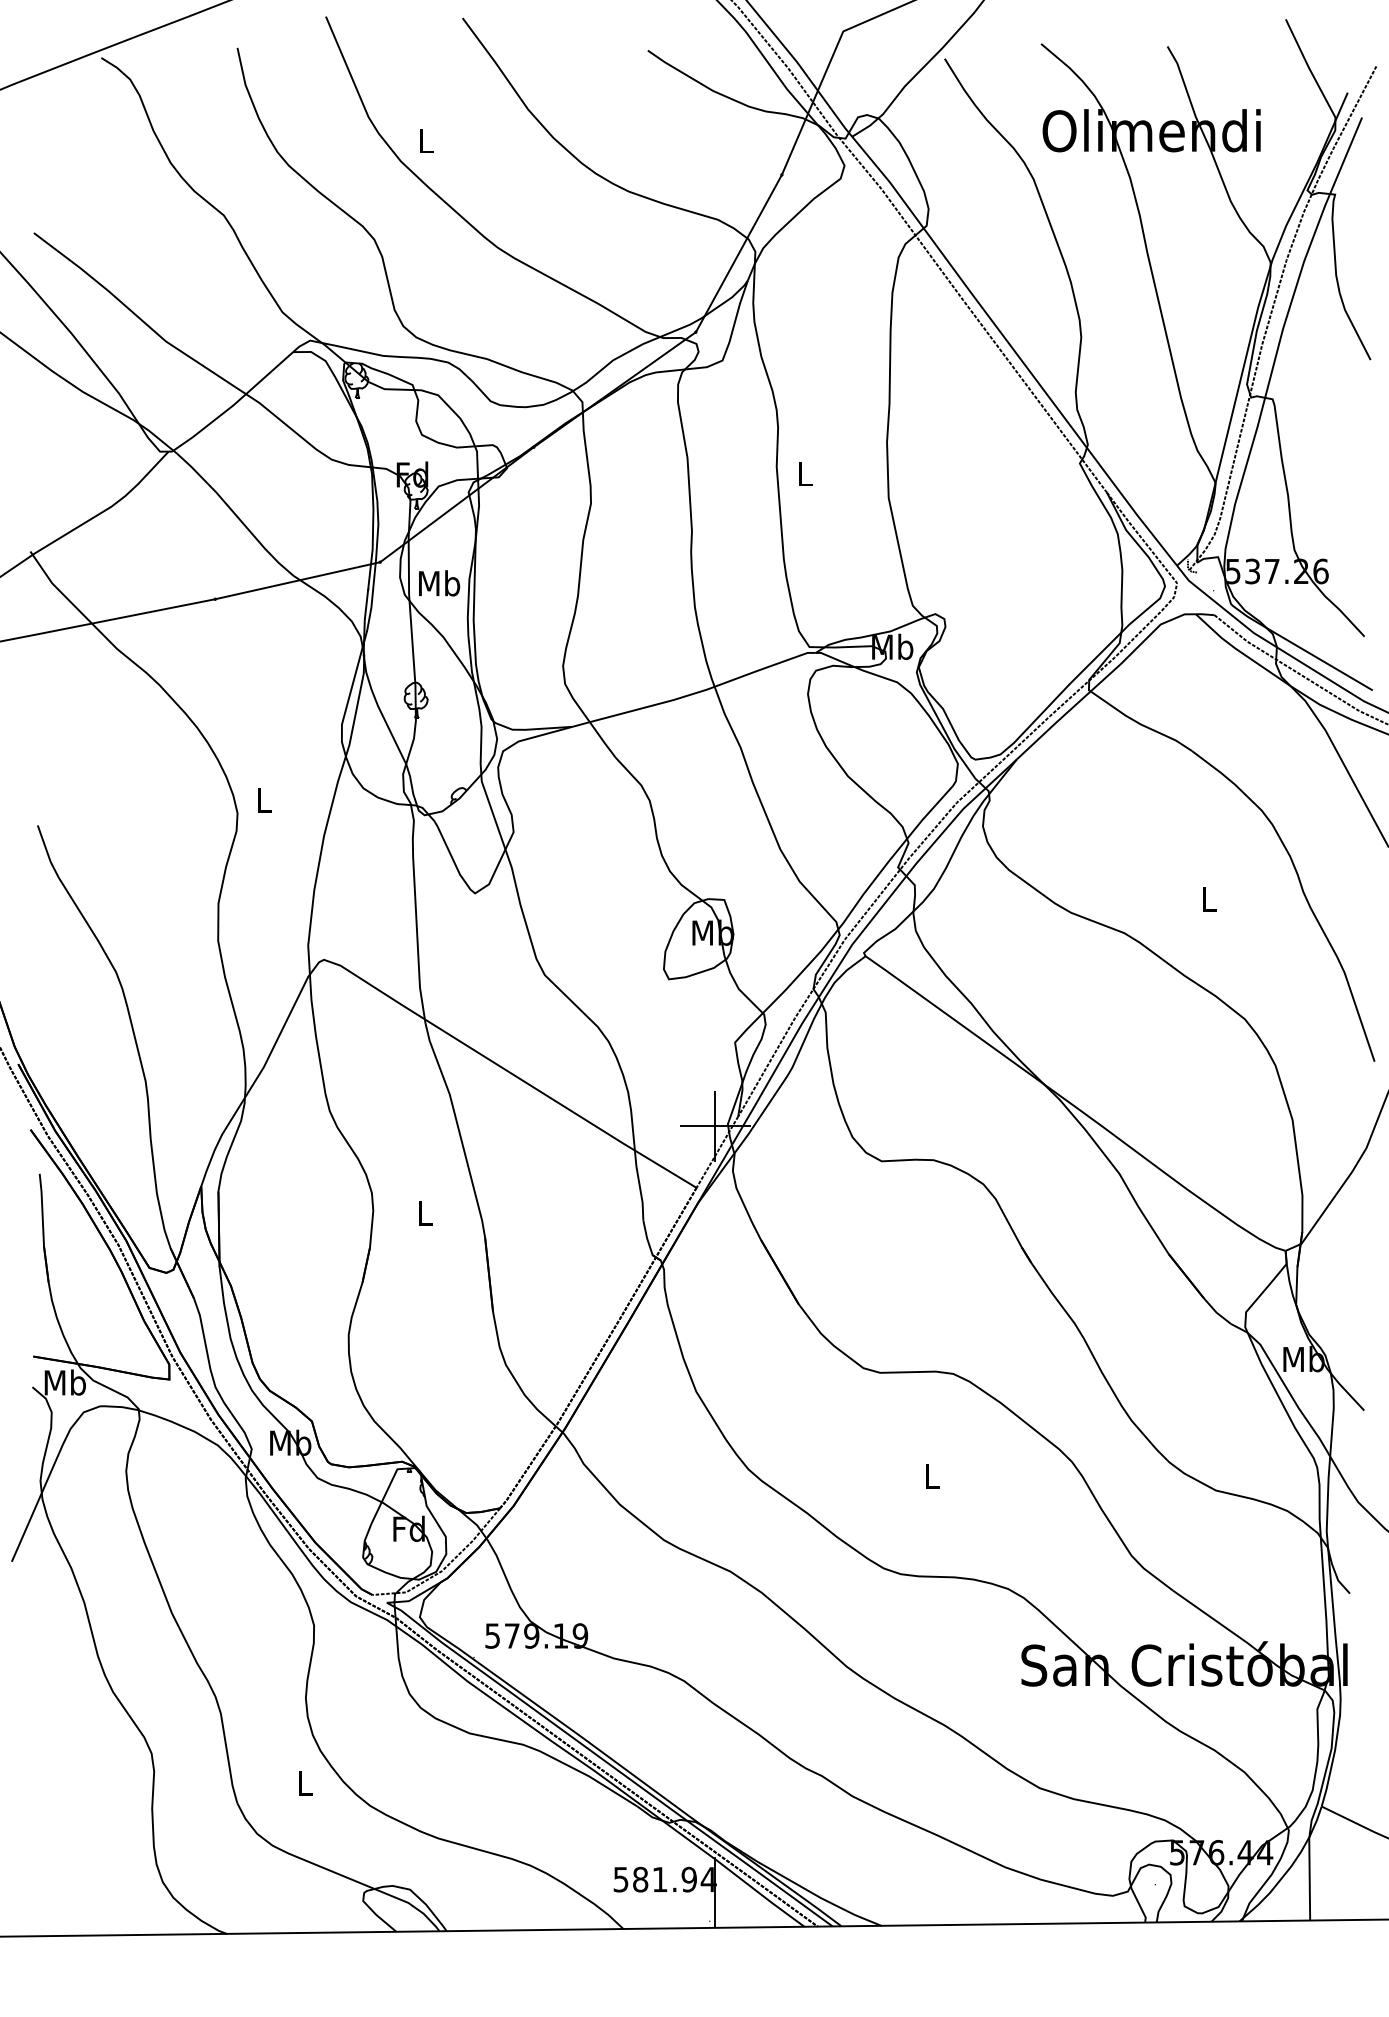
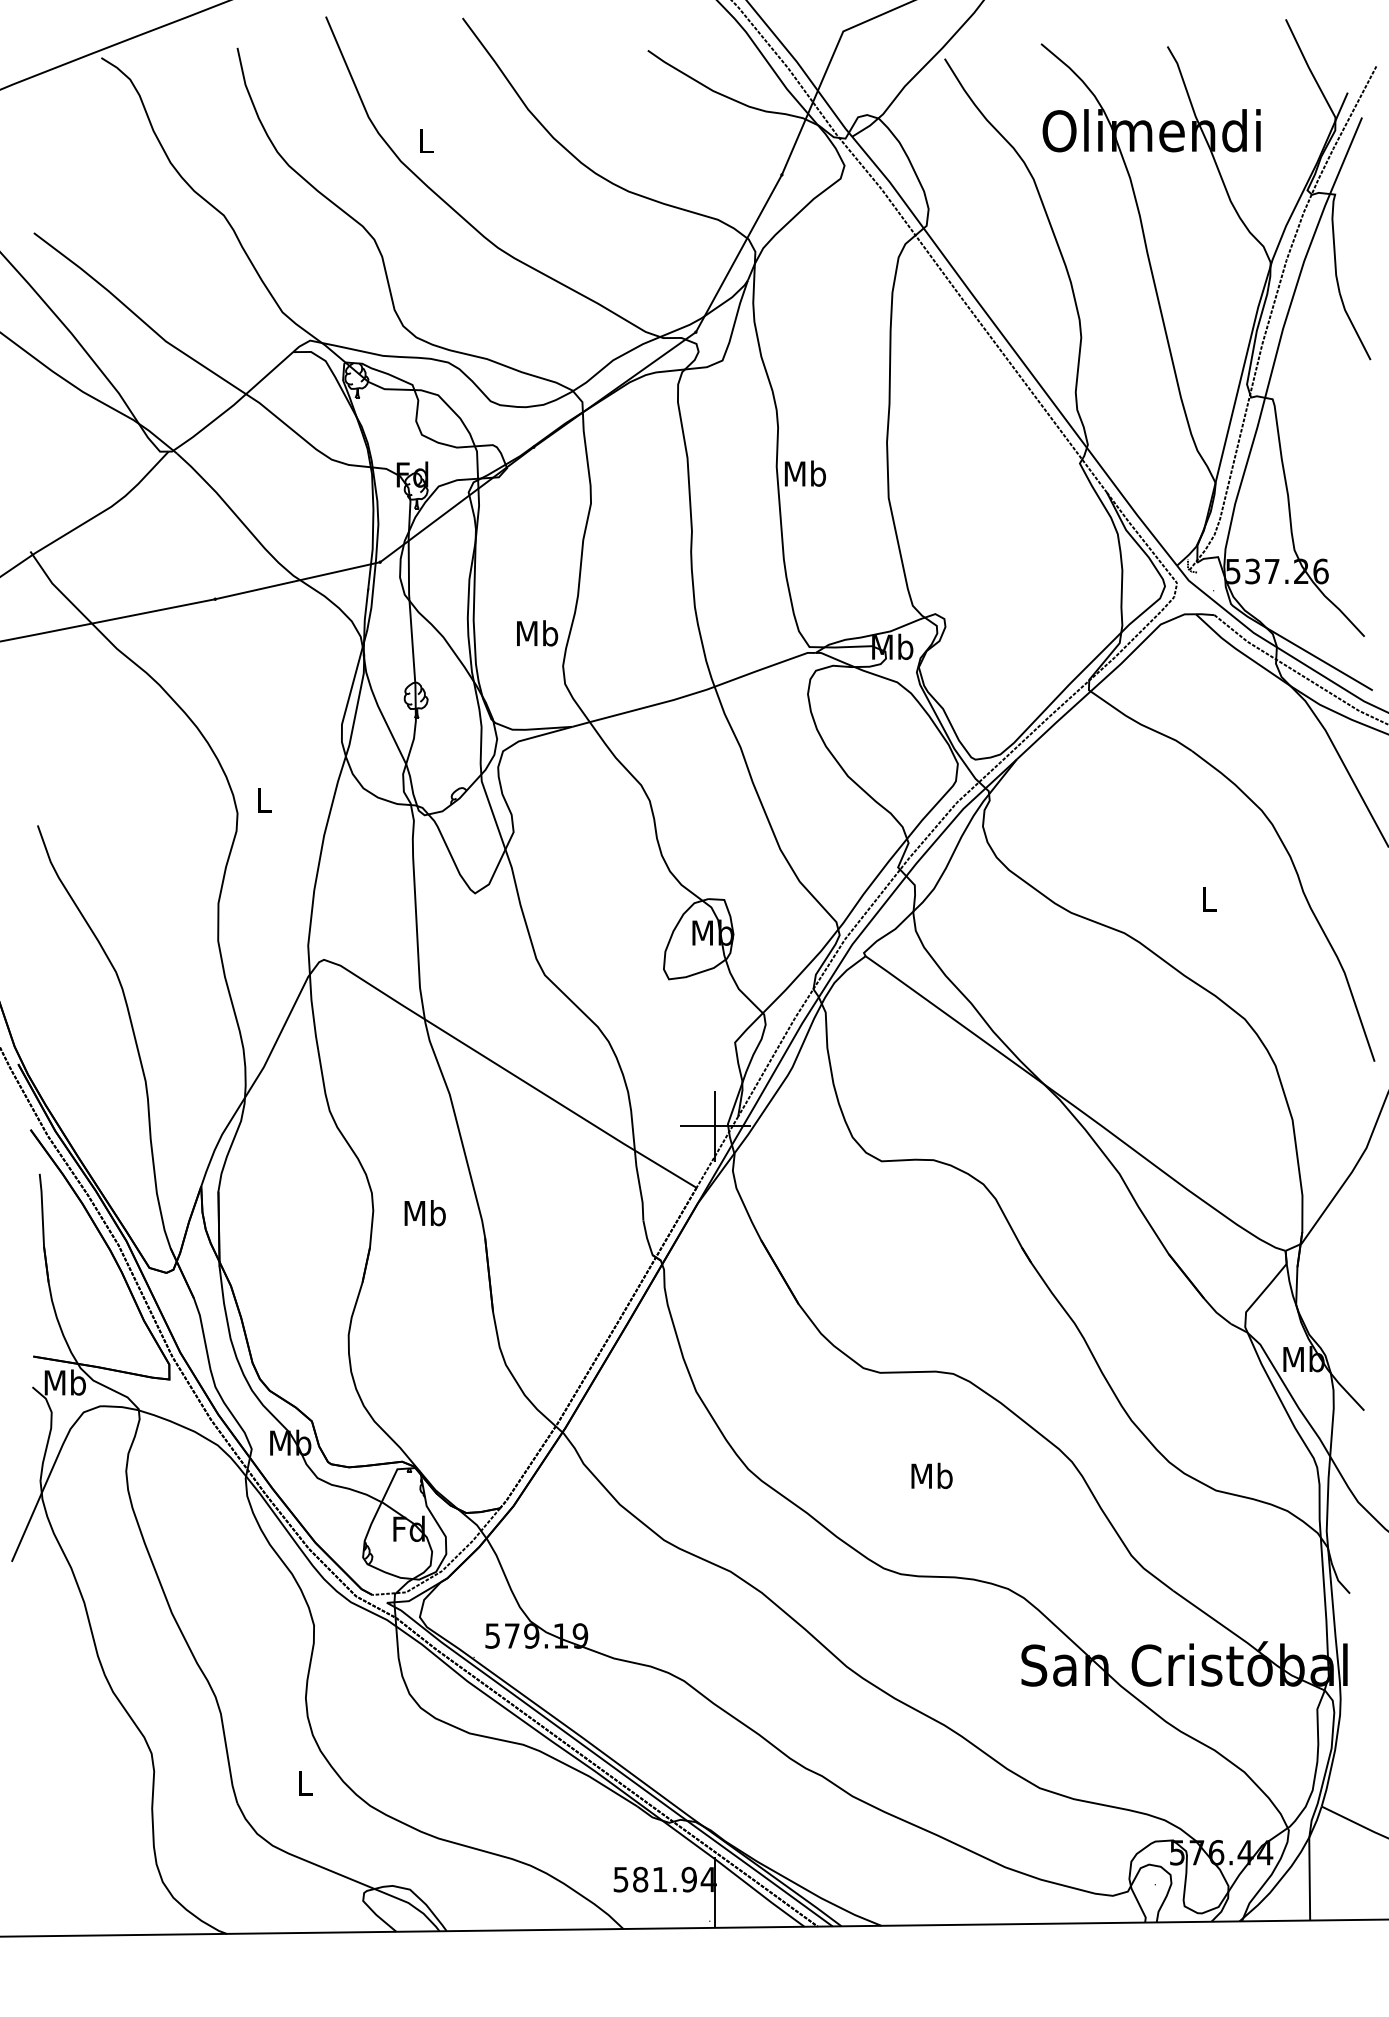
text at (804, 473): L -> Mb
text at (439, 583) position: (439, 583) -> (537, 633)
text at (424, 1213): L -> Mb
text at (931, 1475): L -> Mb
